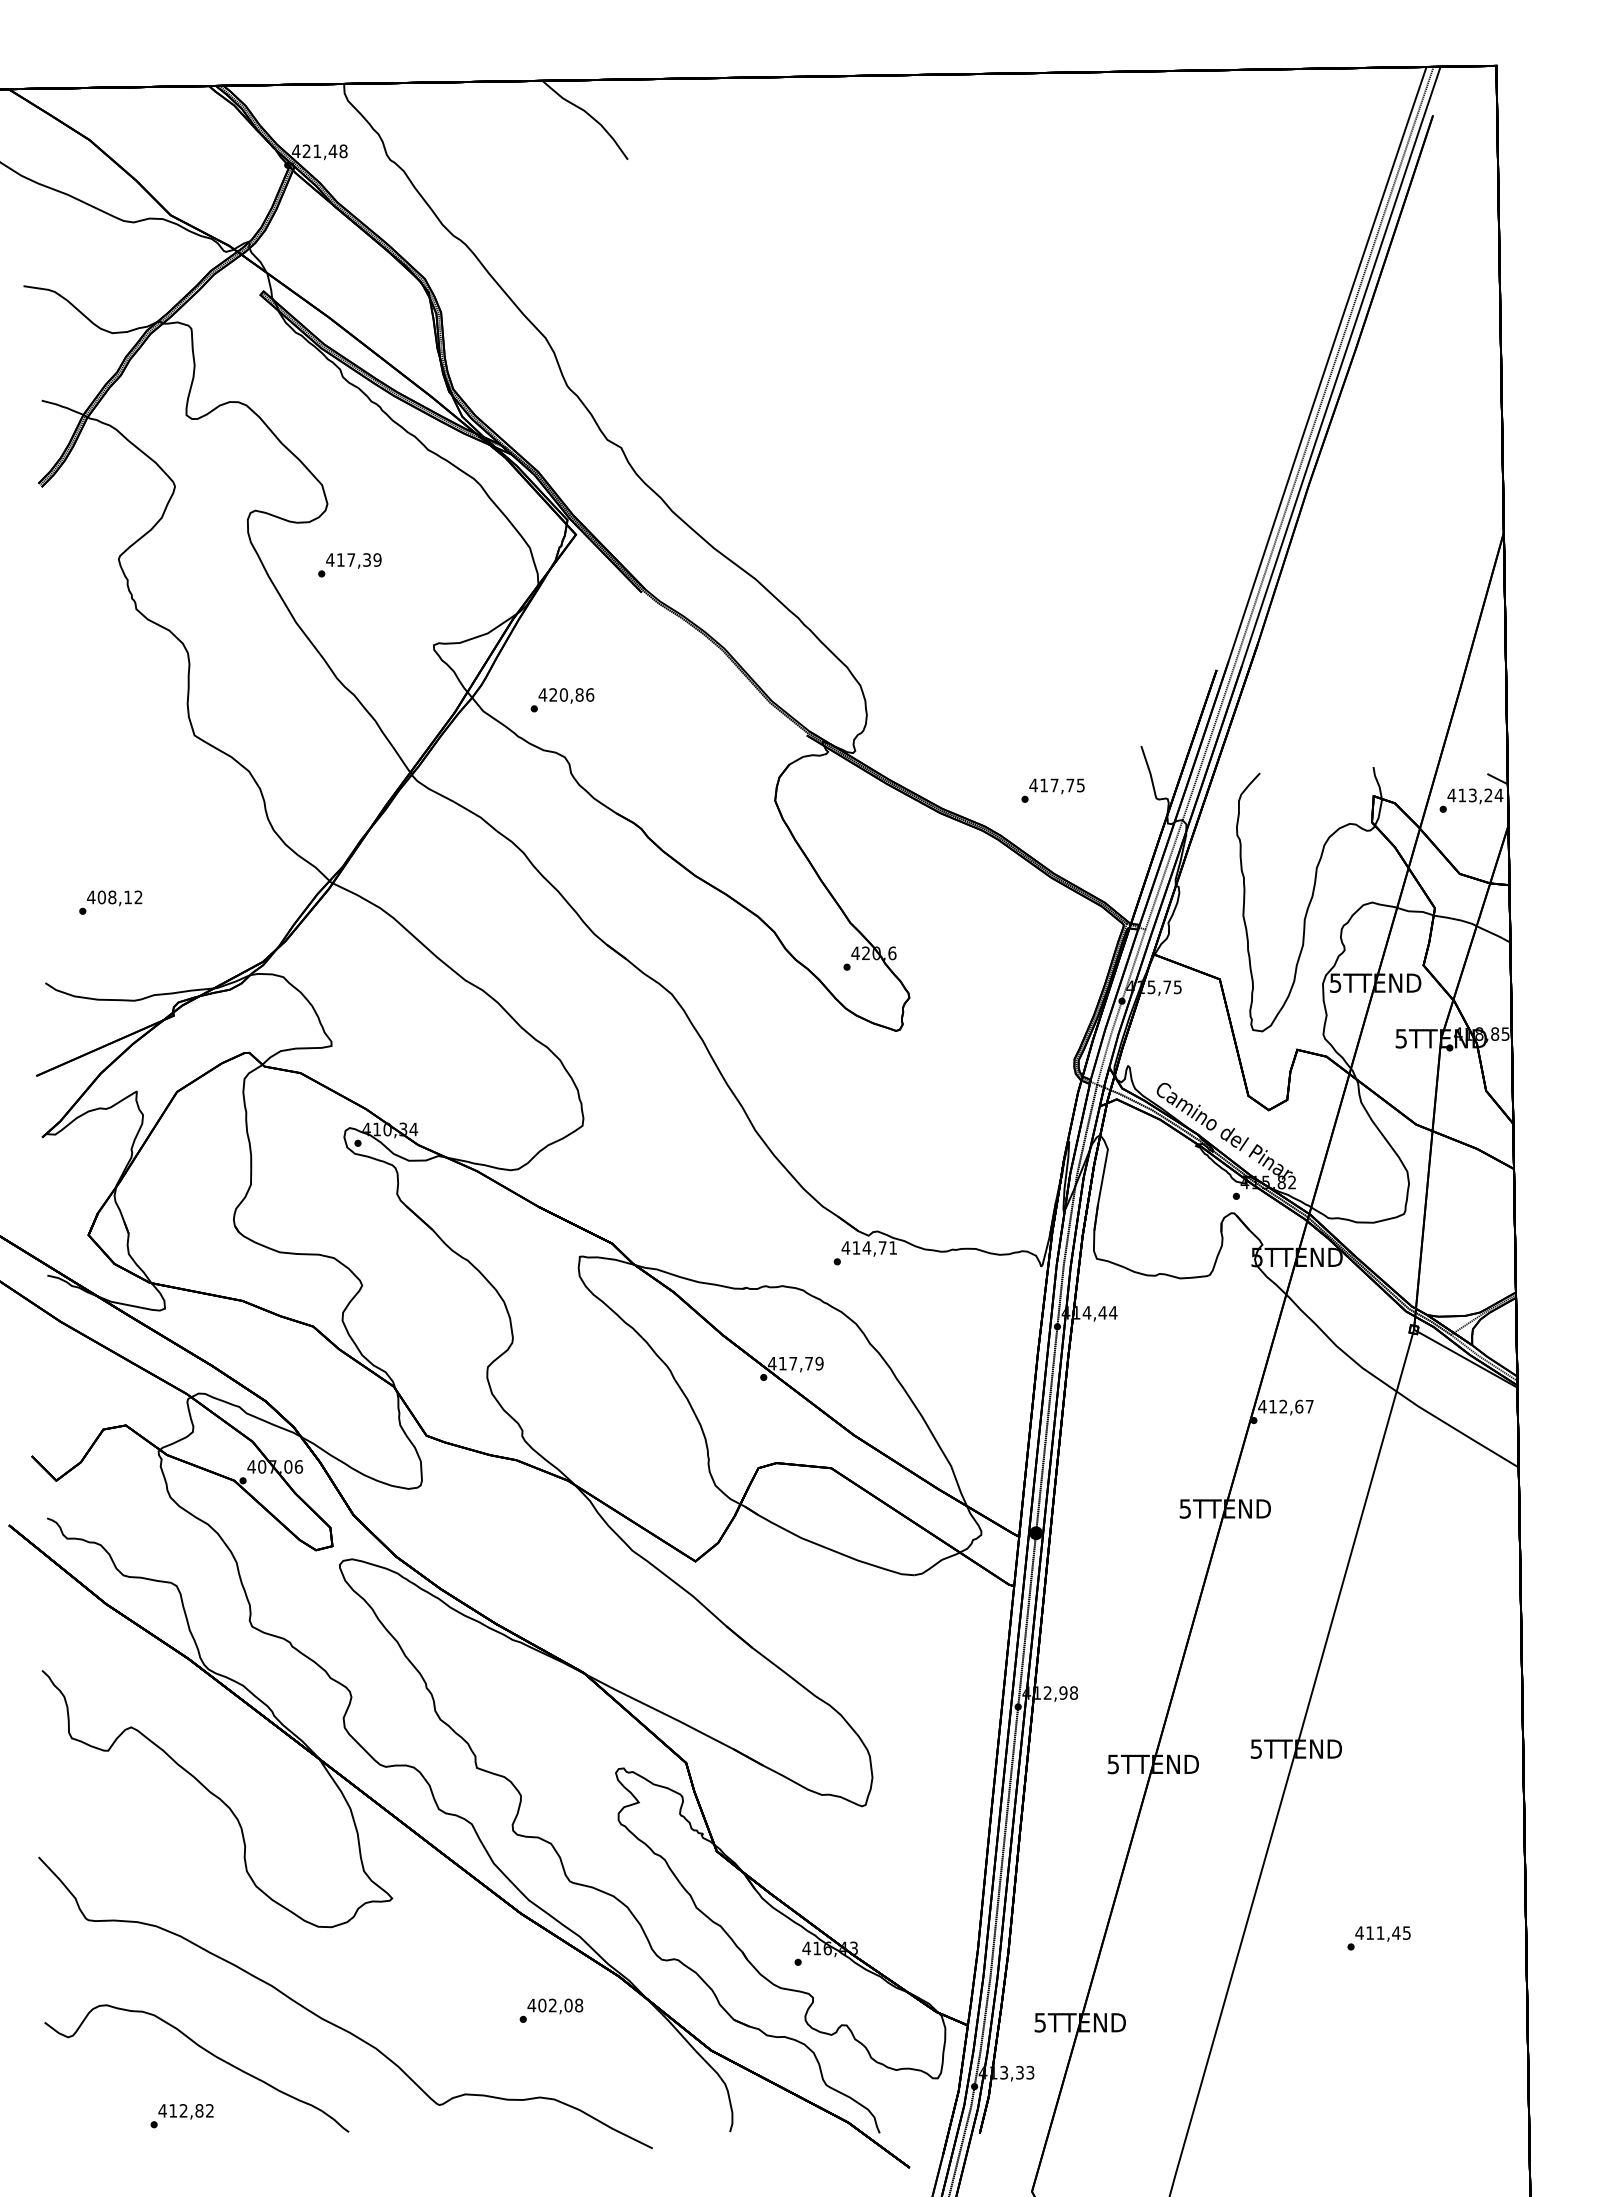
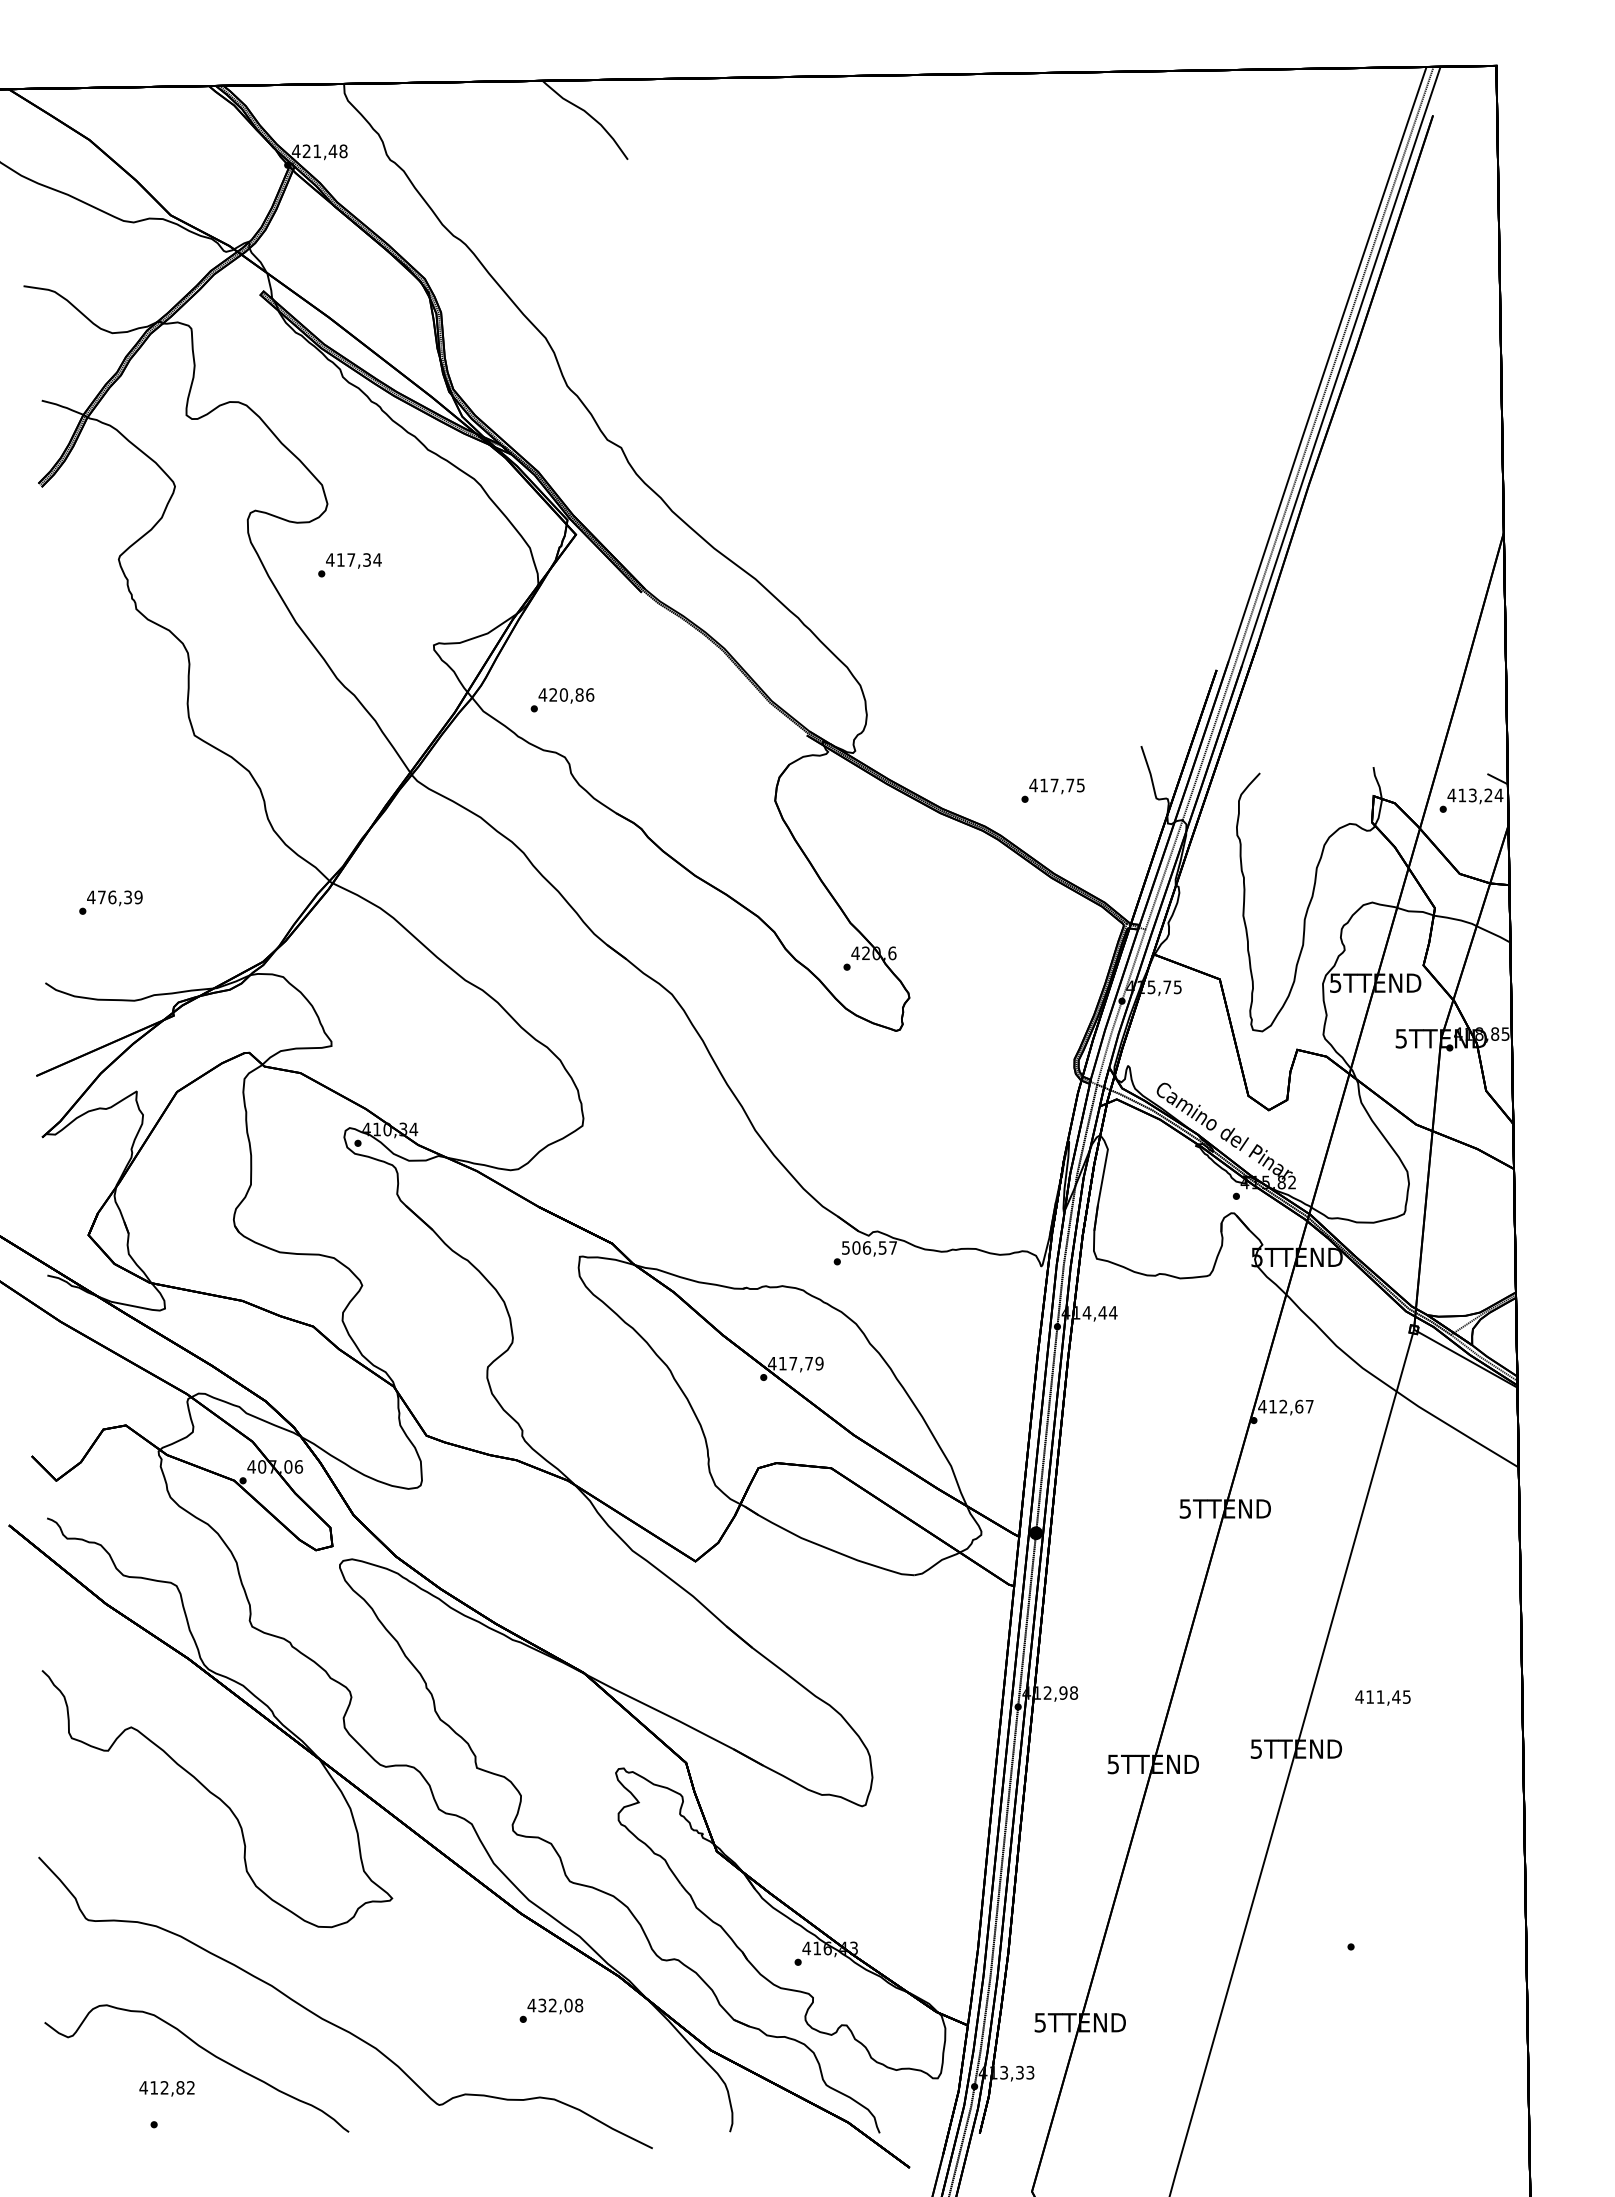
text at (377, 559): 417,39 -> 417,34
text at (119, 897): 408,12 -> 476,39
text at (868, 1247): 414,71 -> 506,57
text at (1382, 1933) position: (1382, 1933) -> (1382, 1697)
text at (542, 2005): 402,08 -> 432,08
text at (185, 2111) position: (185, 2111) -> (166, 2088)
